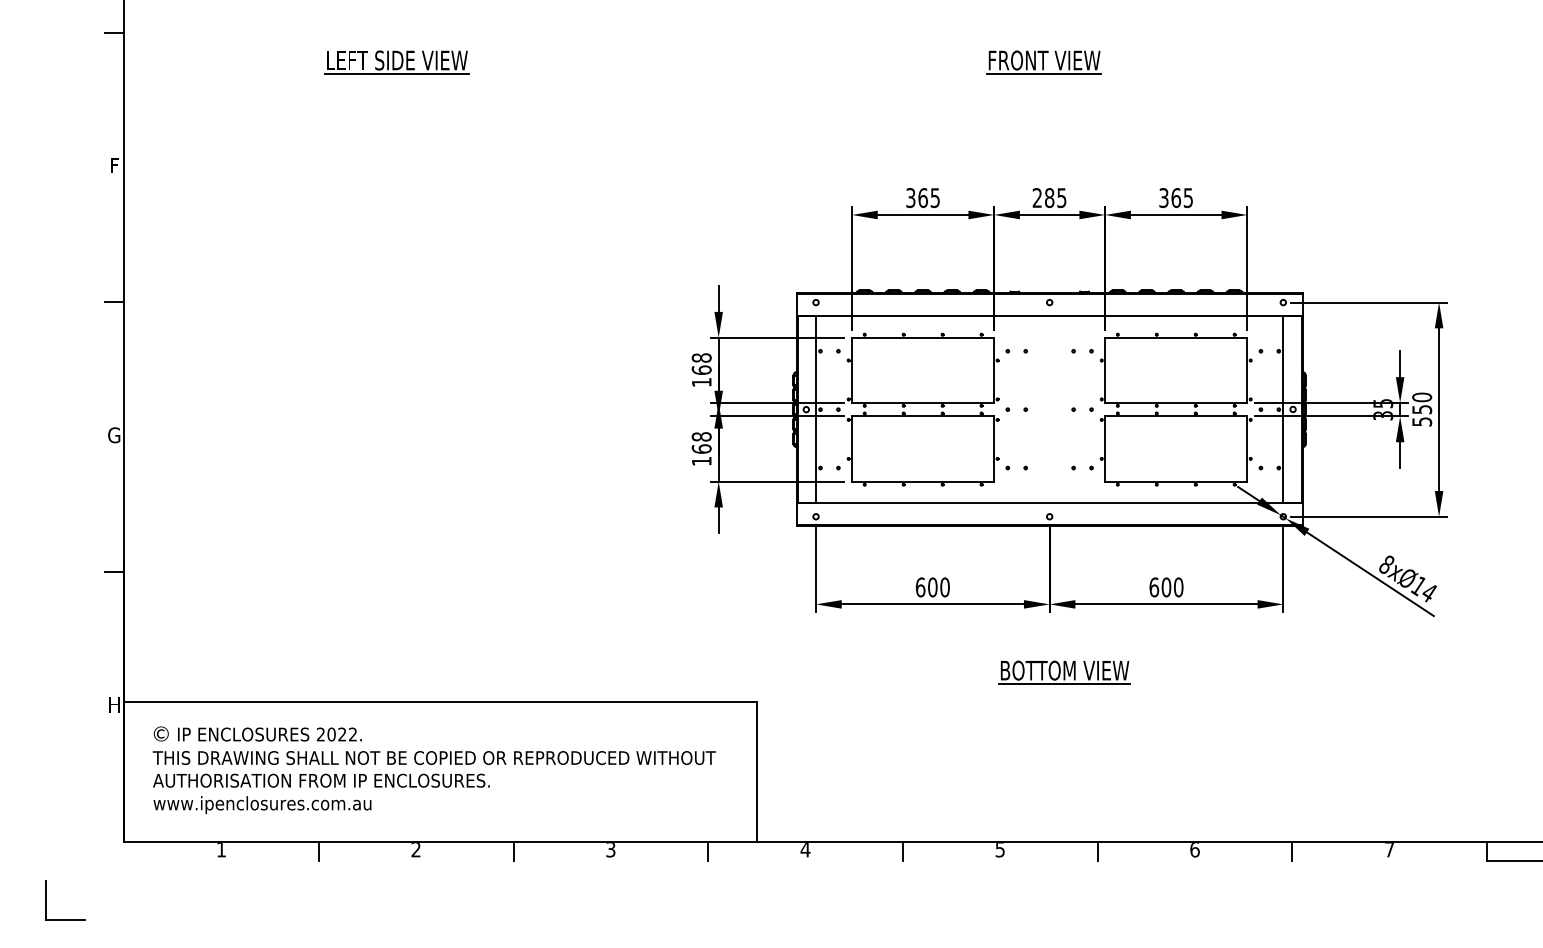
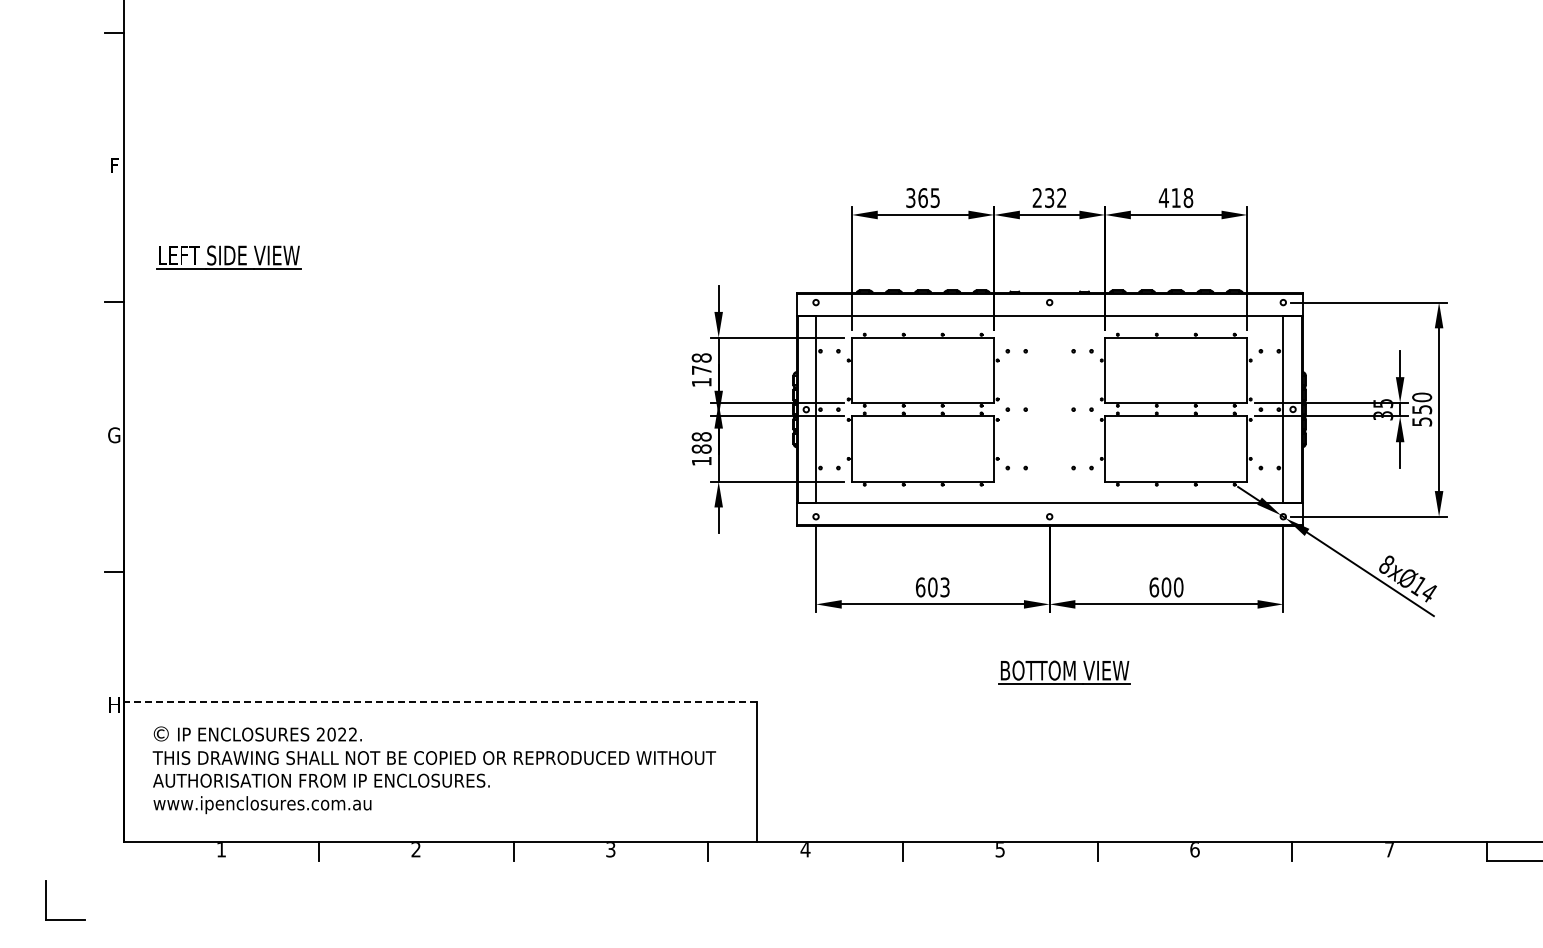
part at (396, 62) position: (396, 62) -> (228, 257)
part at (1043, 62): present -> none
text at (1055, 198): 285 -> 232
text at (1175, 198): 365 -> 418
text at (701, 369): 168 -> 178
text at (701, 448): 168 -> 188
text at (944, 587): 600 -> 603
line at (440, 701): solid -> dashed
